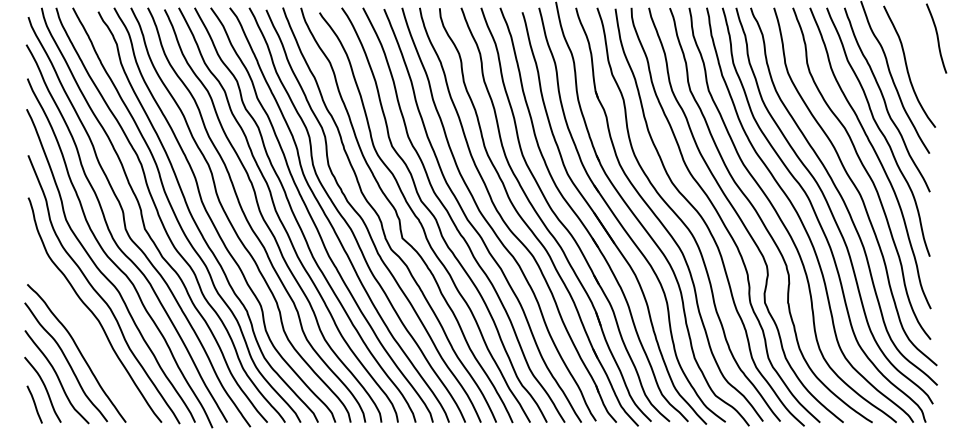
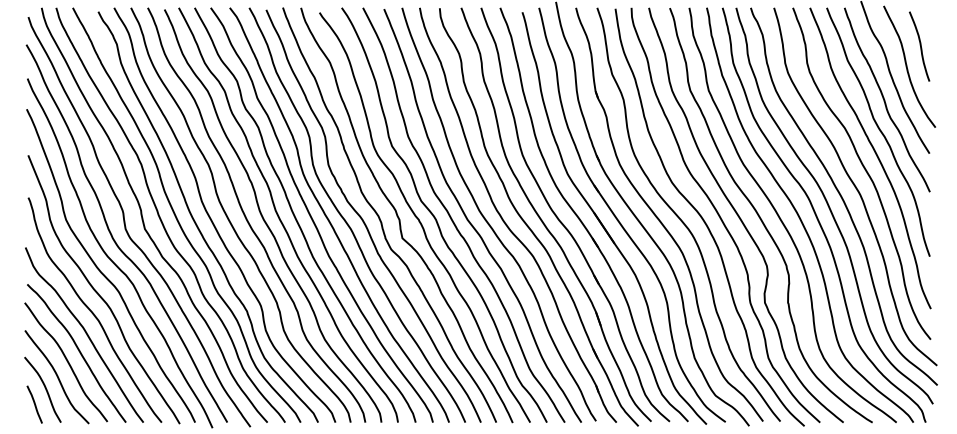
curve at (936, 37) position: (936, 37) -> (919, 45)
curve at (85, 333): none -> present
